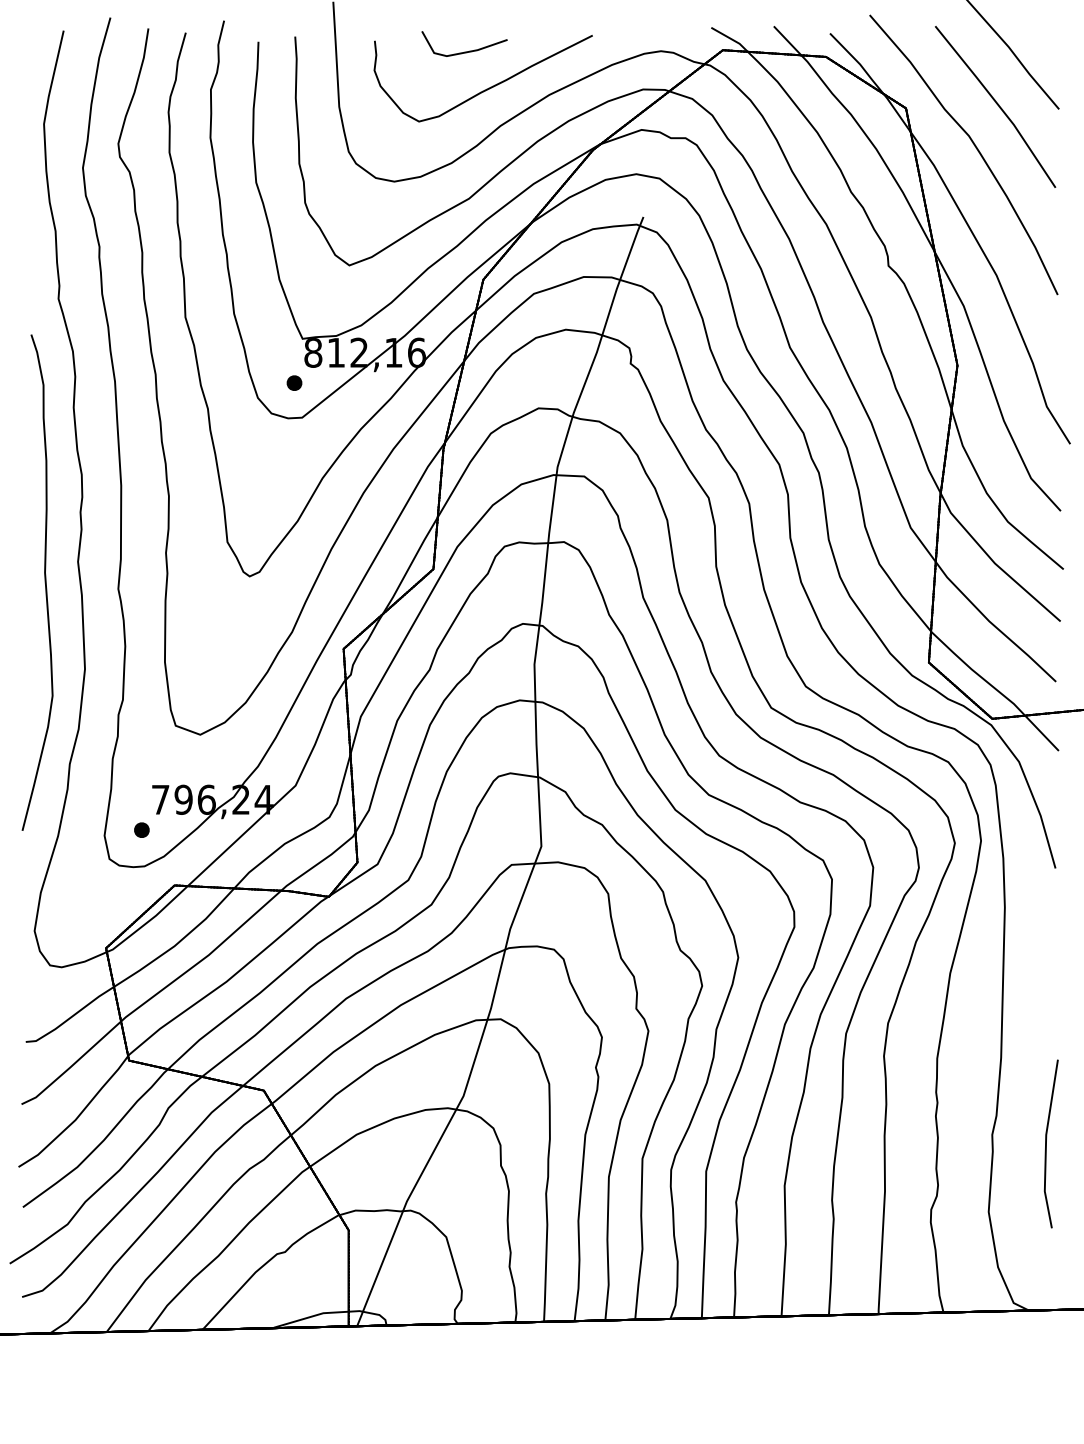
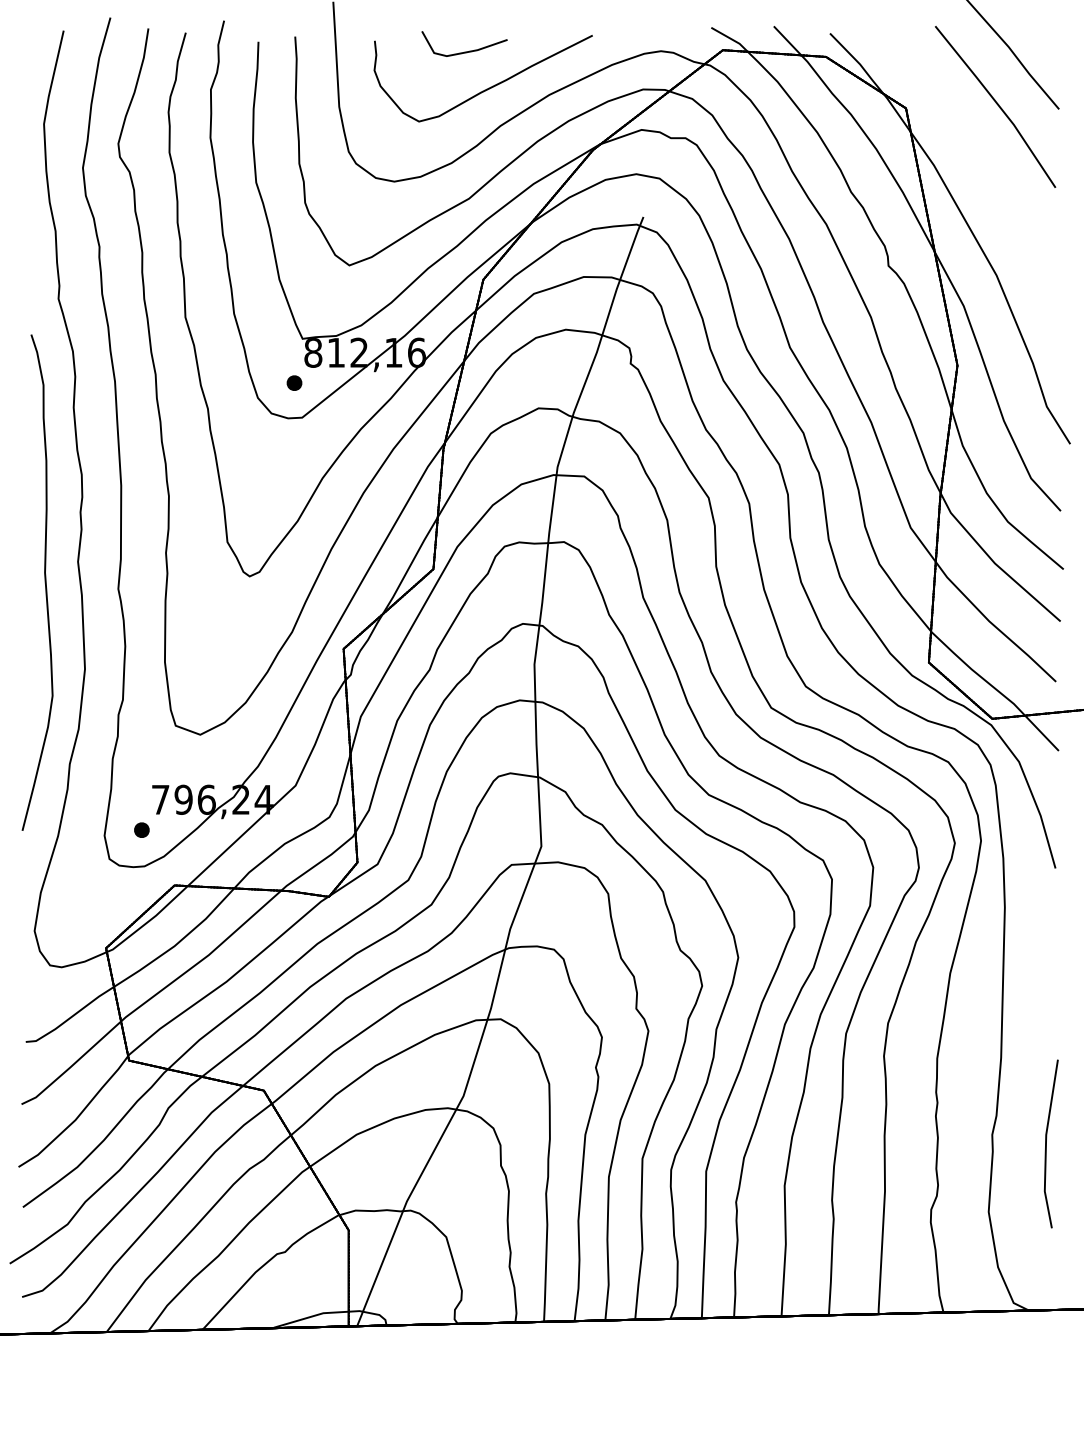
part at (975, 148): present -> none
